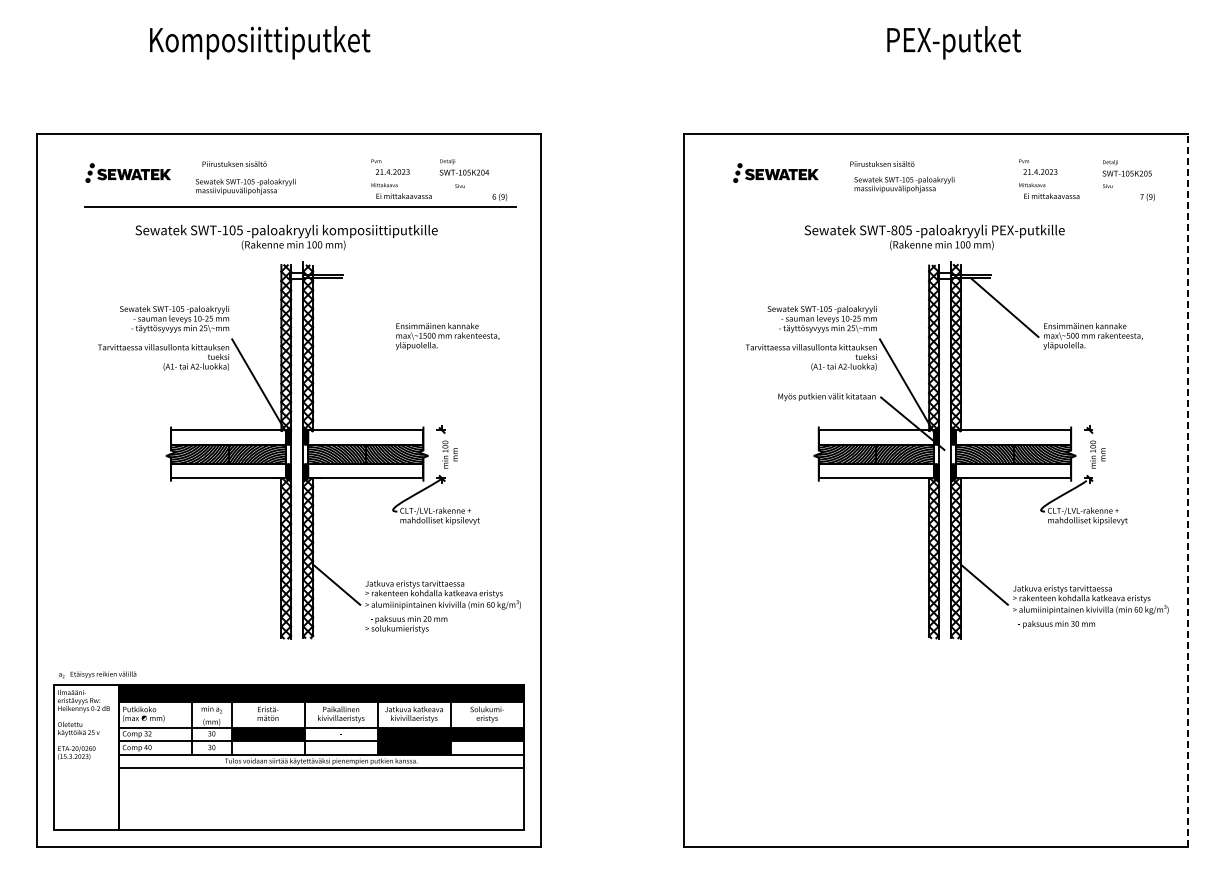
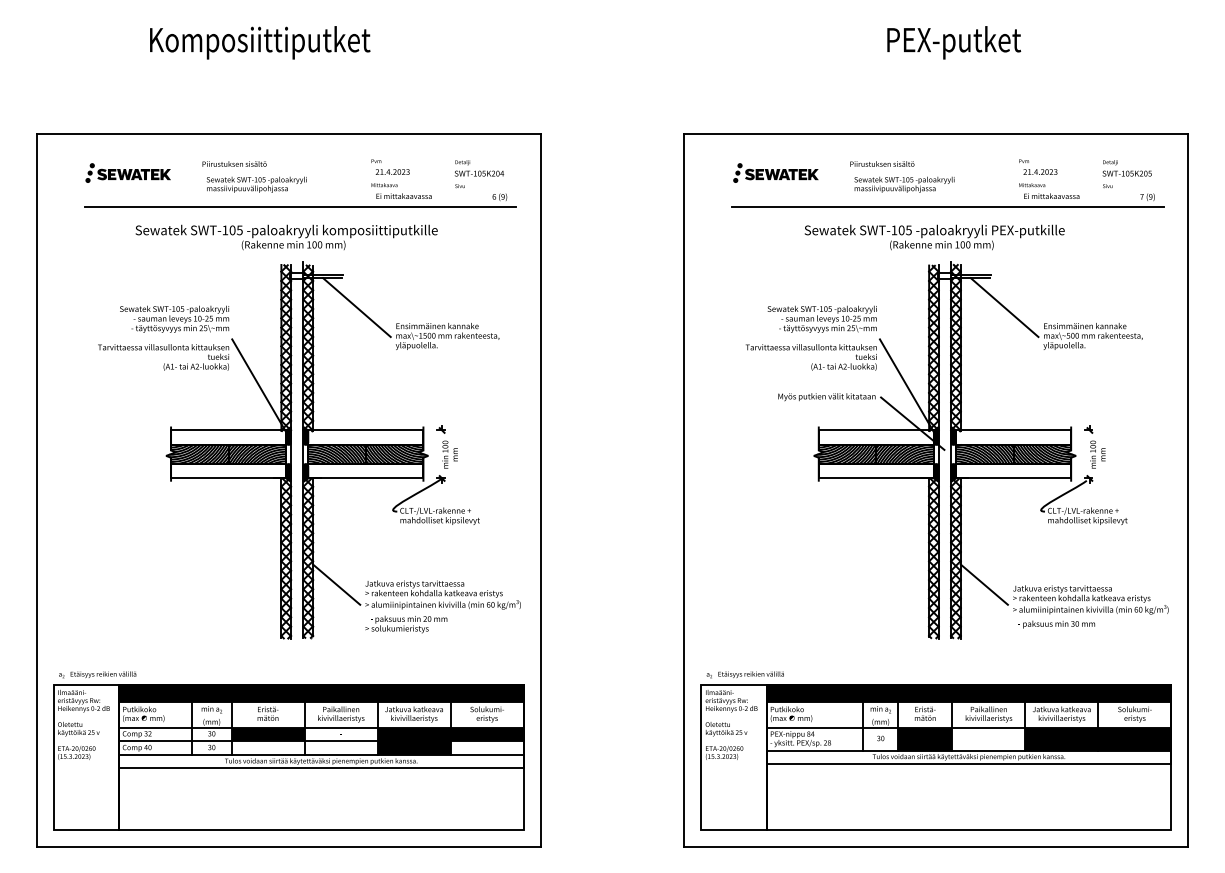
text at (463, 167) position: (463, 167) -> (478, 168)
text at (245, 186) position: (245, 186) -> (256, 184)
line at (948, 207): none -> present
text at (894, 230): SWT-805 -> SWT-105
line at (356, 307): none -> present
line at (1188, 490): dashed -> solid
part at (935, 750): none -> present
